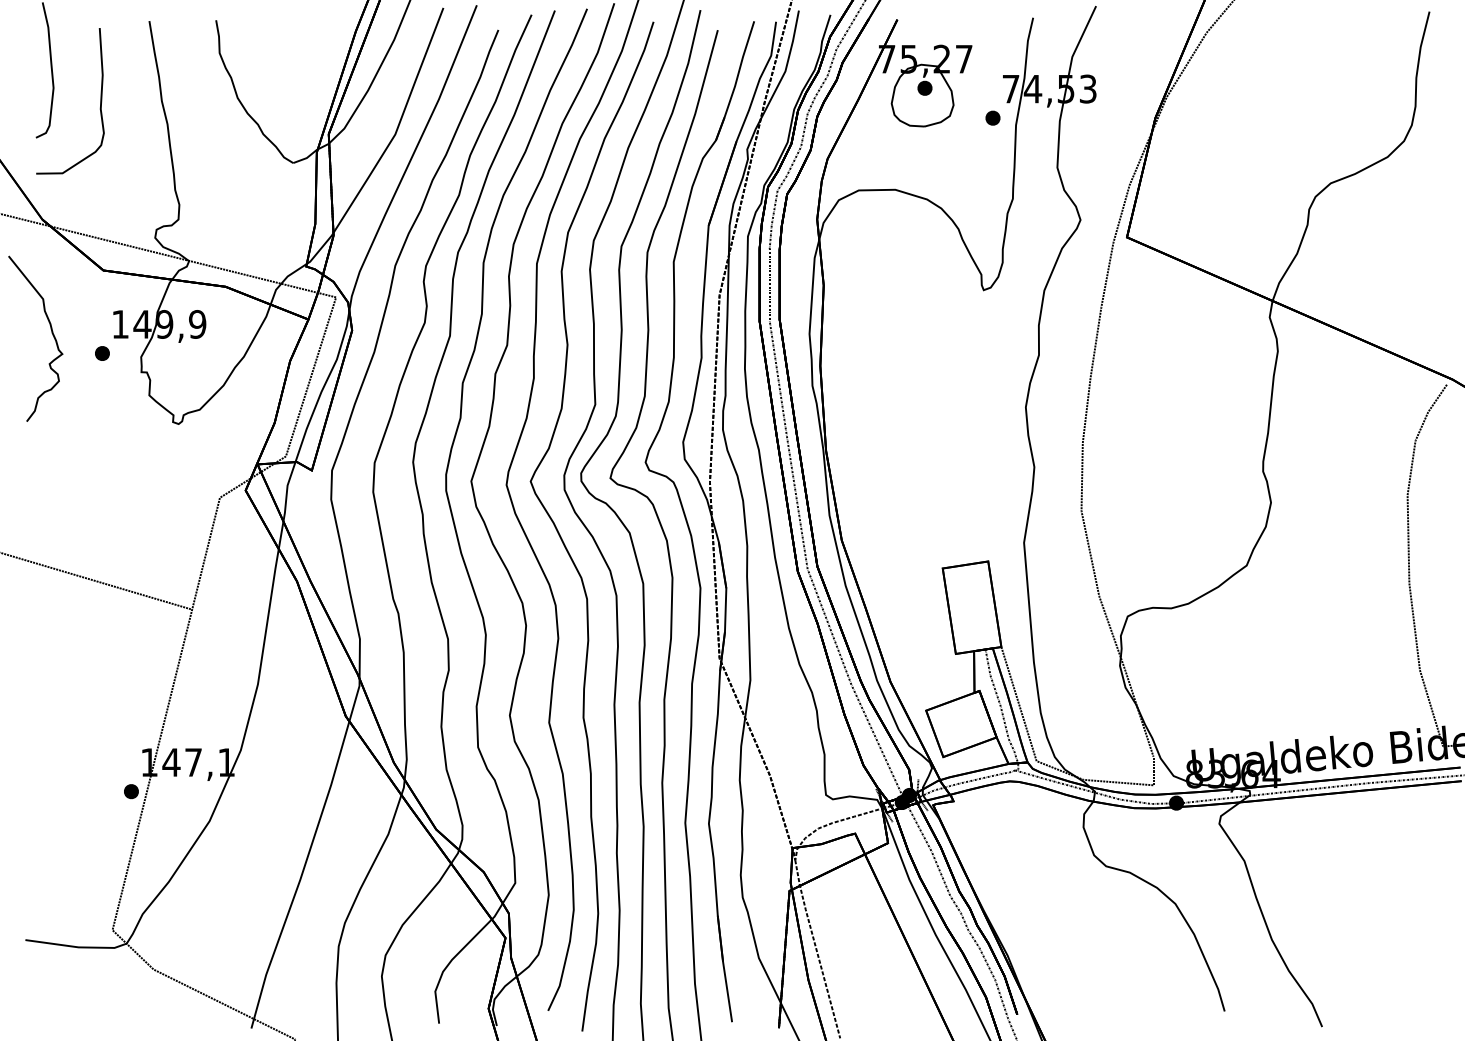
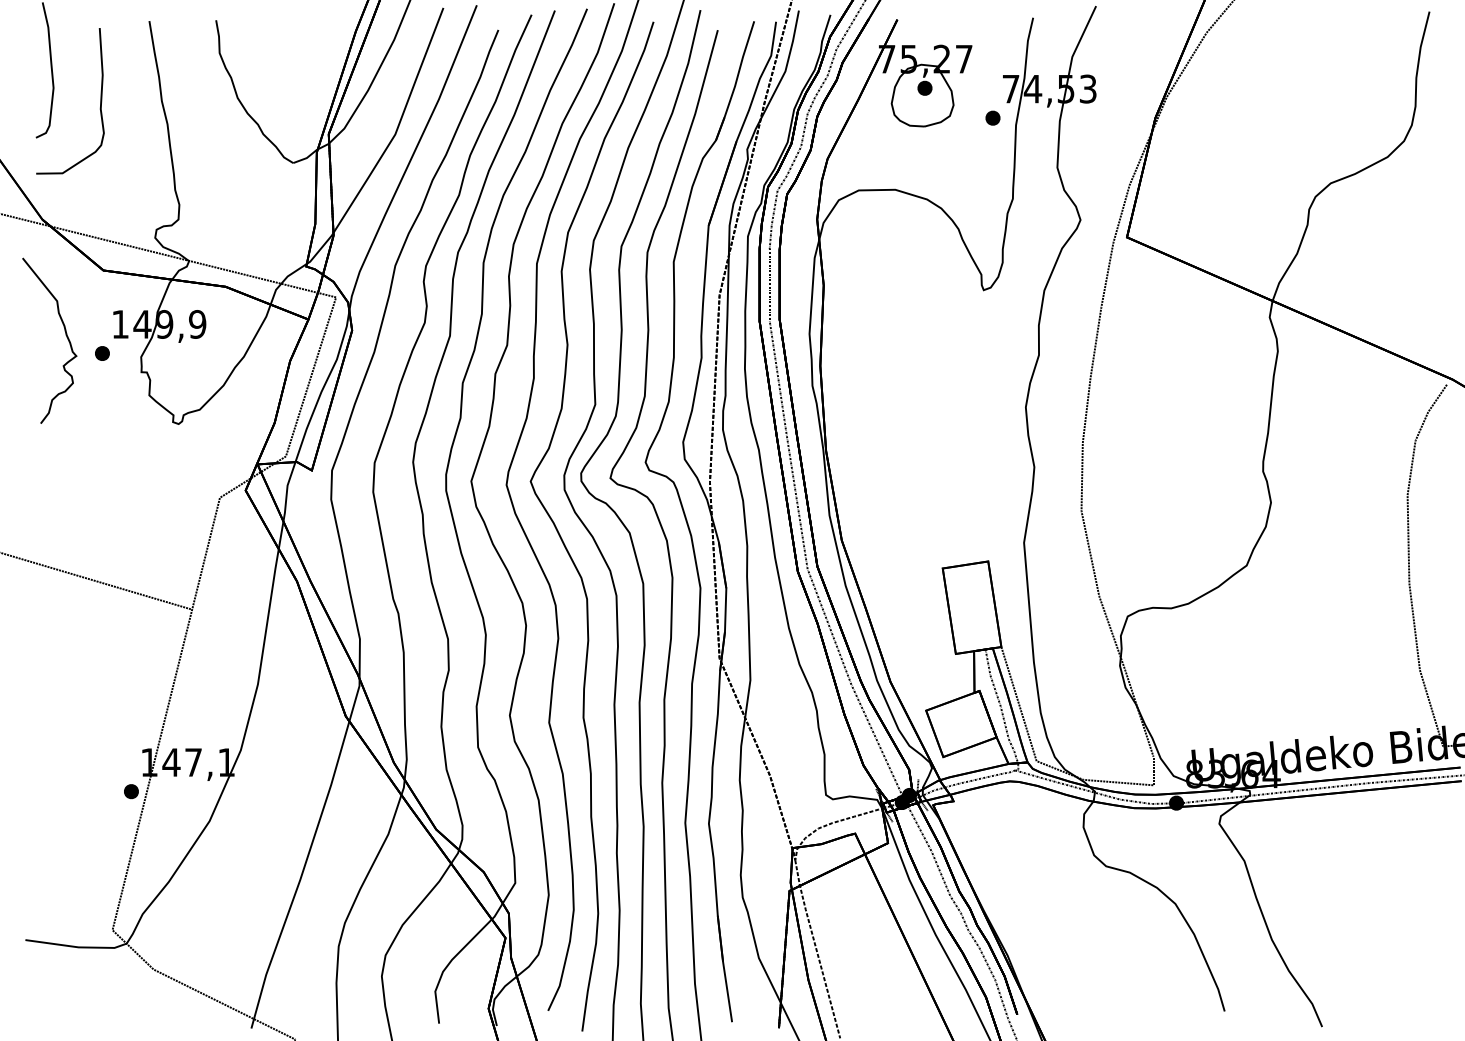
curve at (51, 333) position: (51, 333) -> (65, 335)
